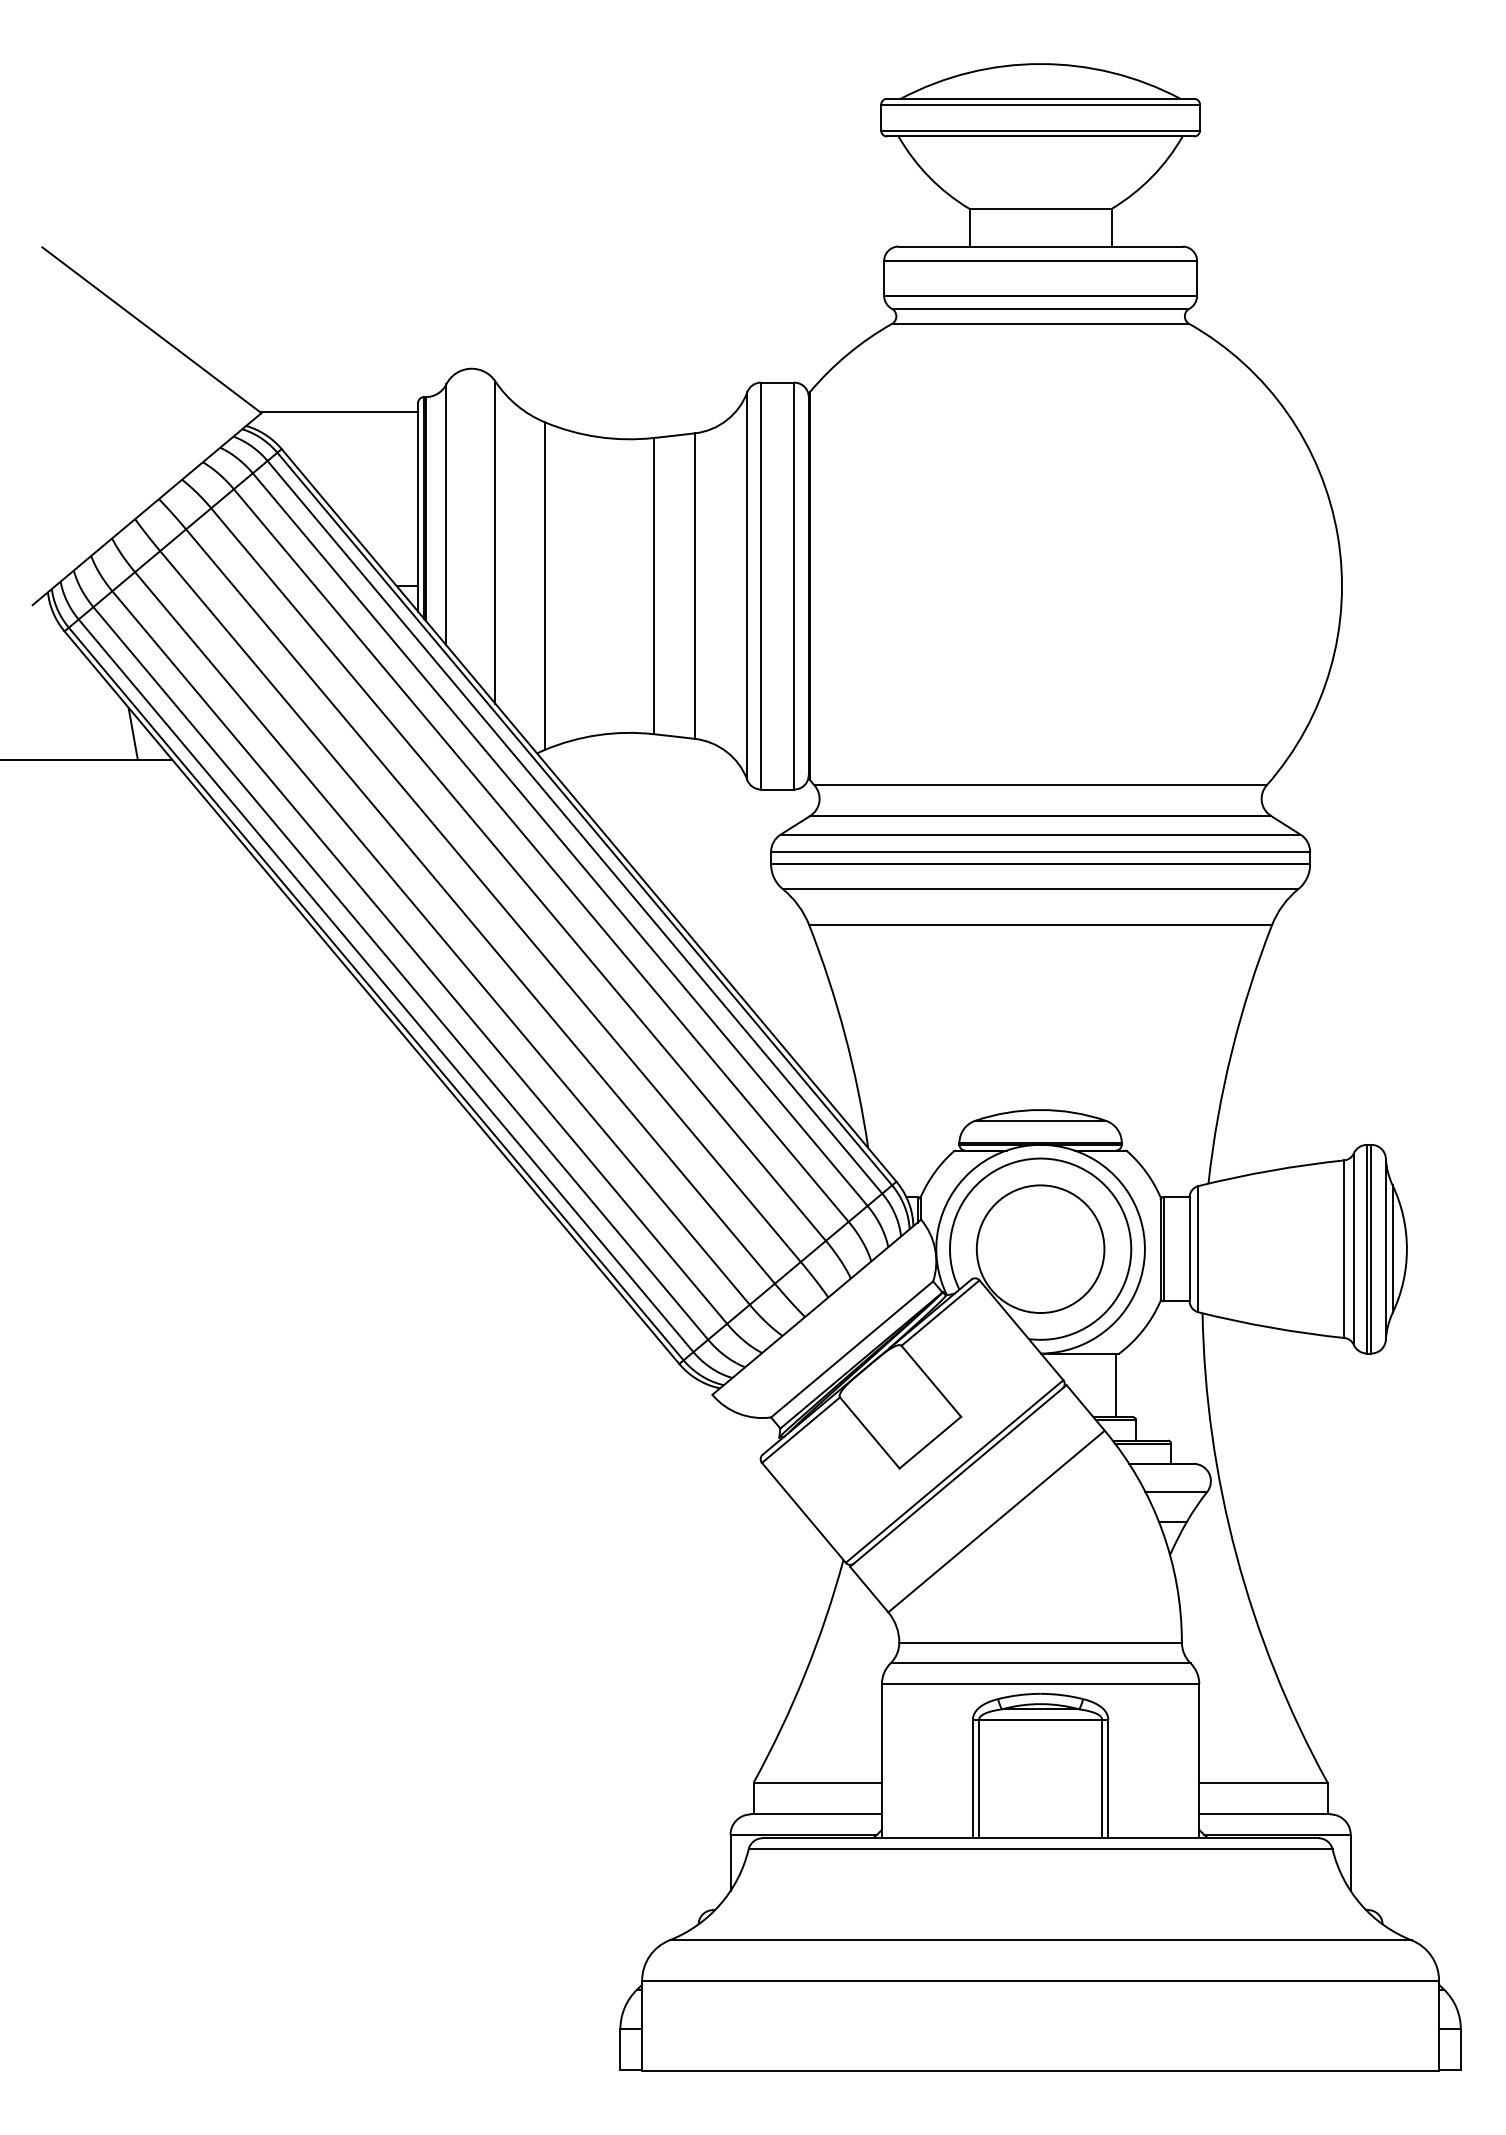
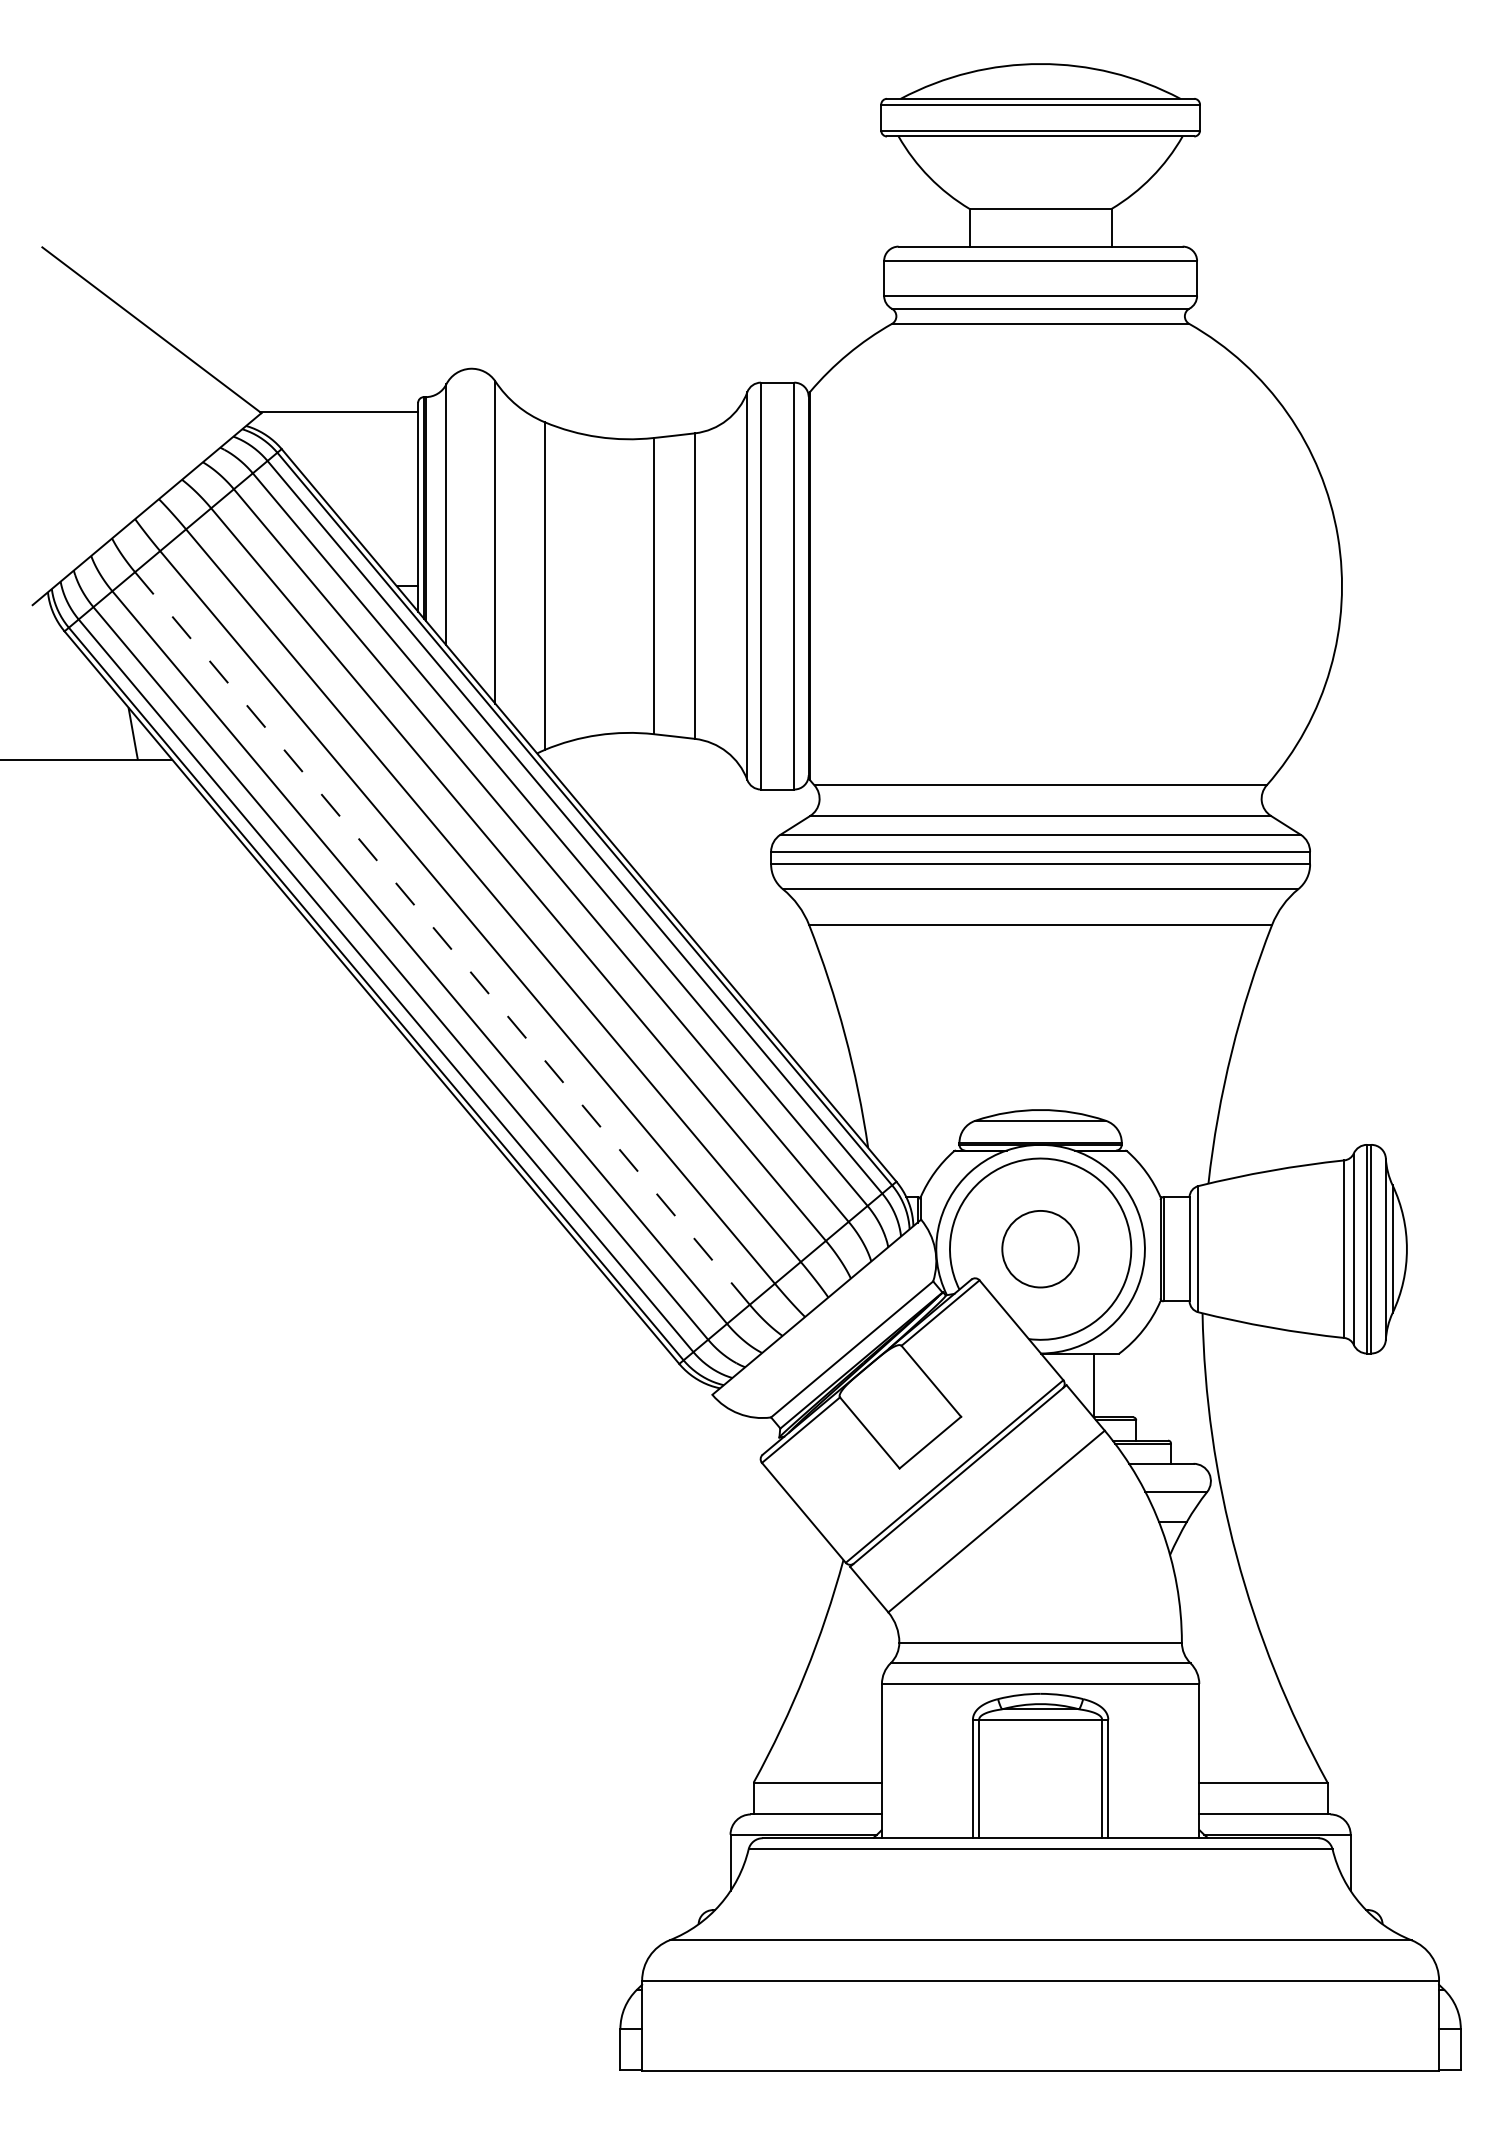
line at (442, 938): solid -> dashed
circle at (1040, 1249) diameter: 128 px -> 77 px
line at (1115, 1385) position: (1115, 1385) -> (1093, 1385)
